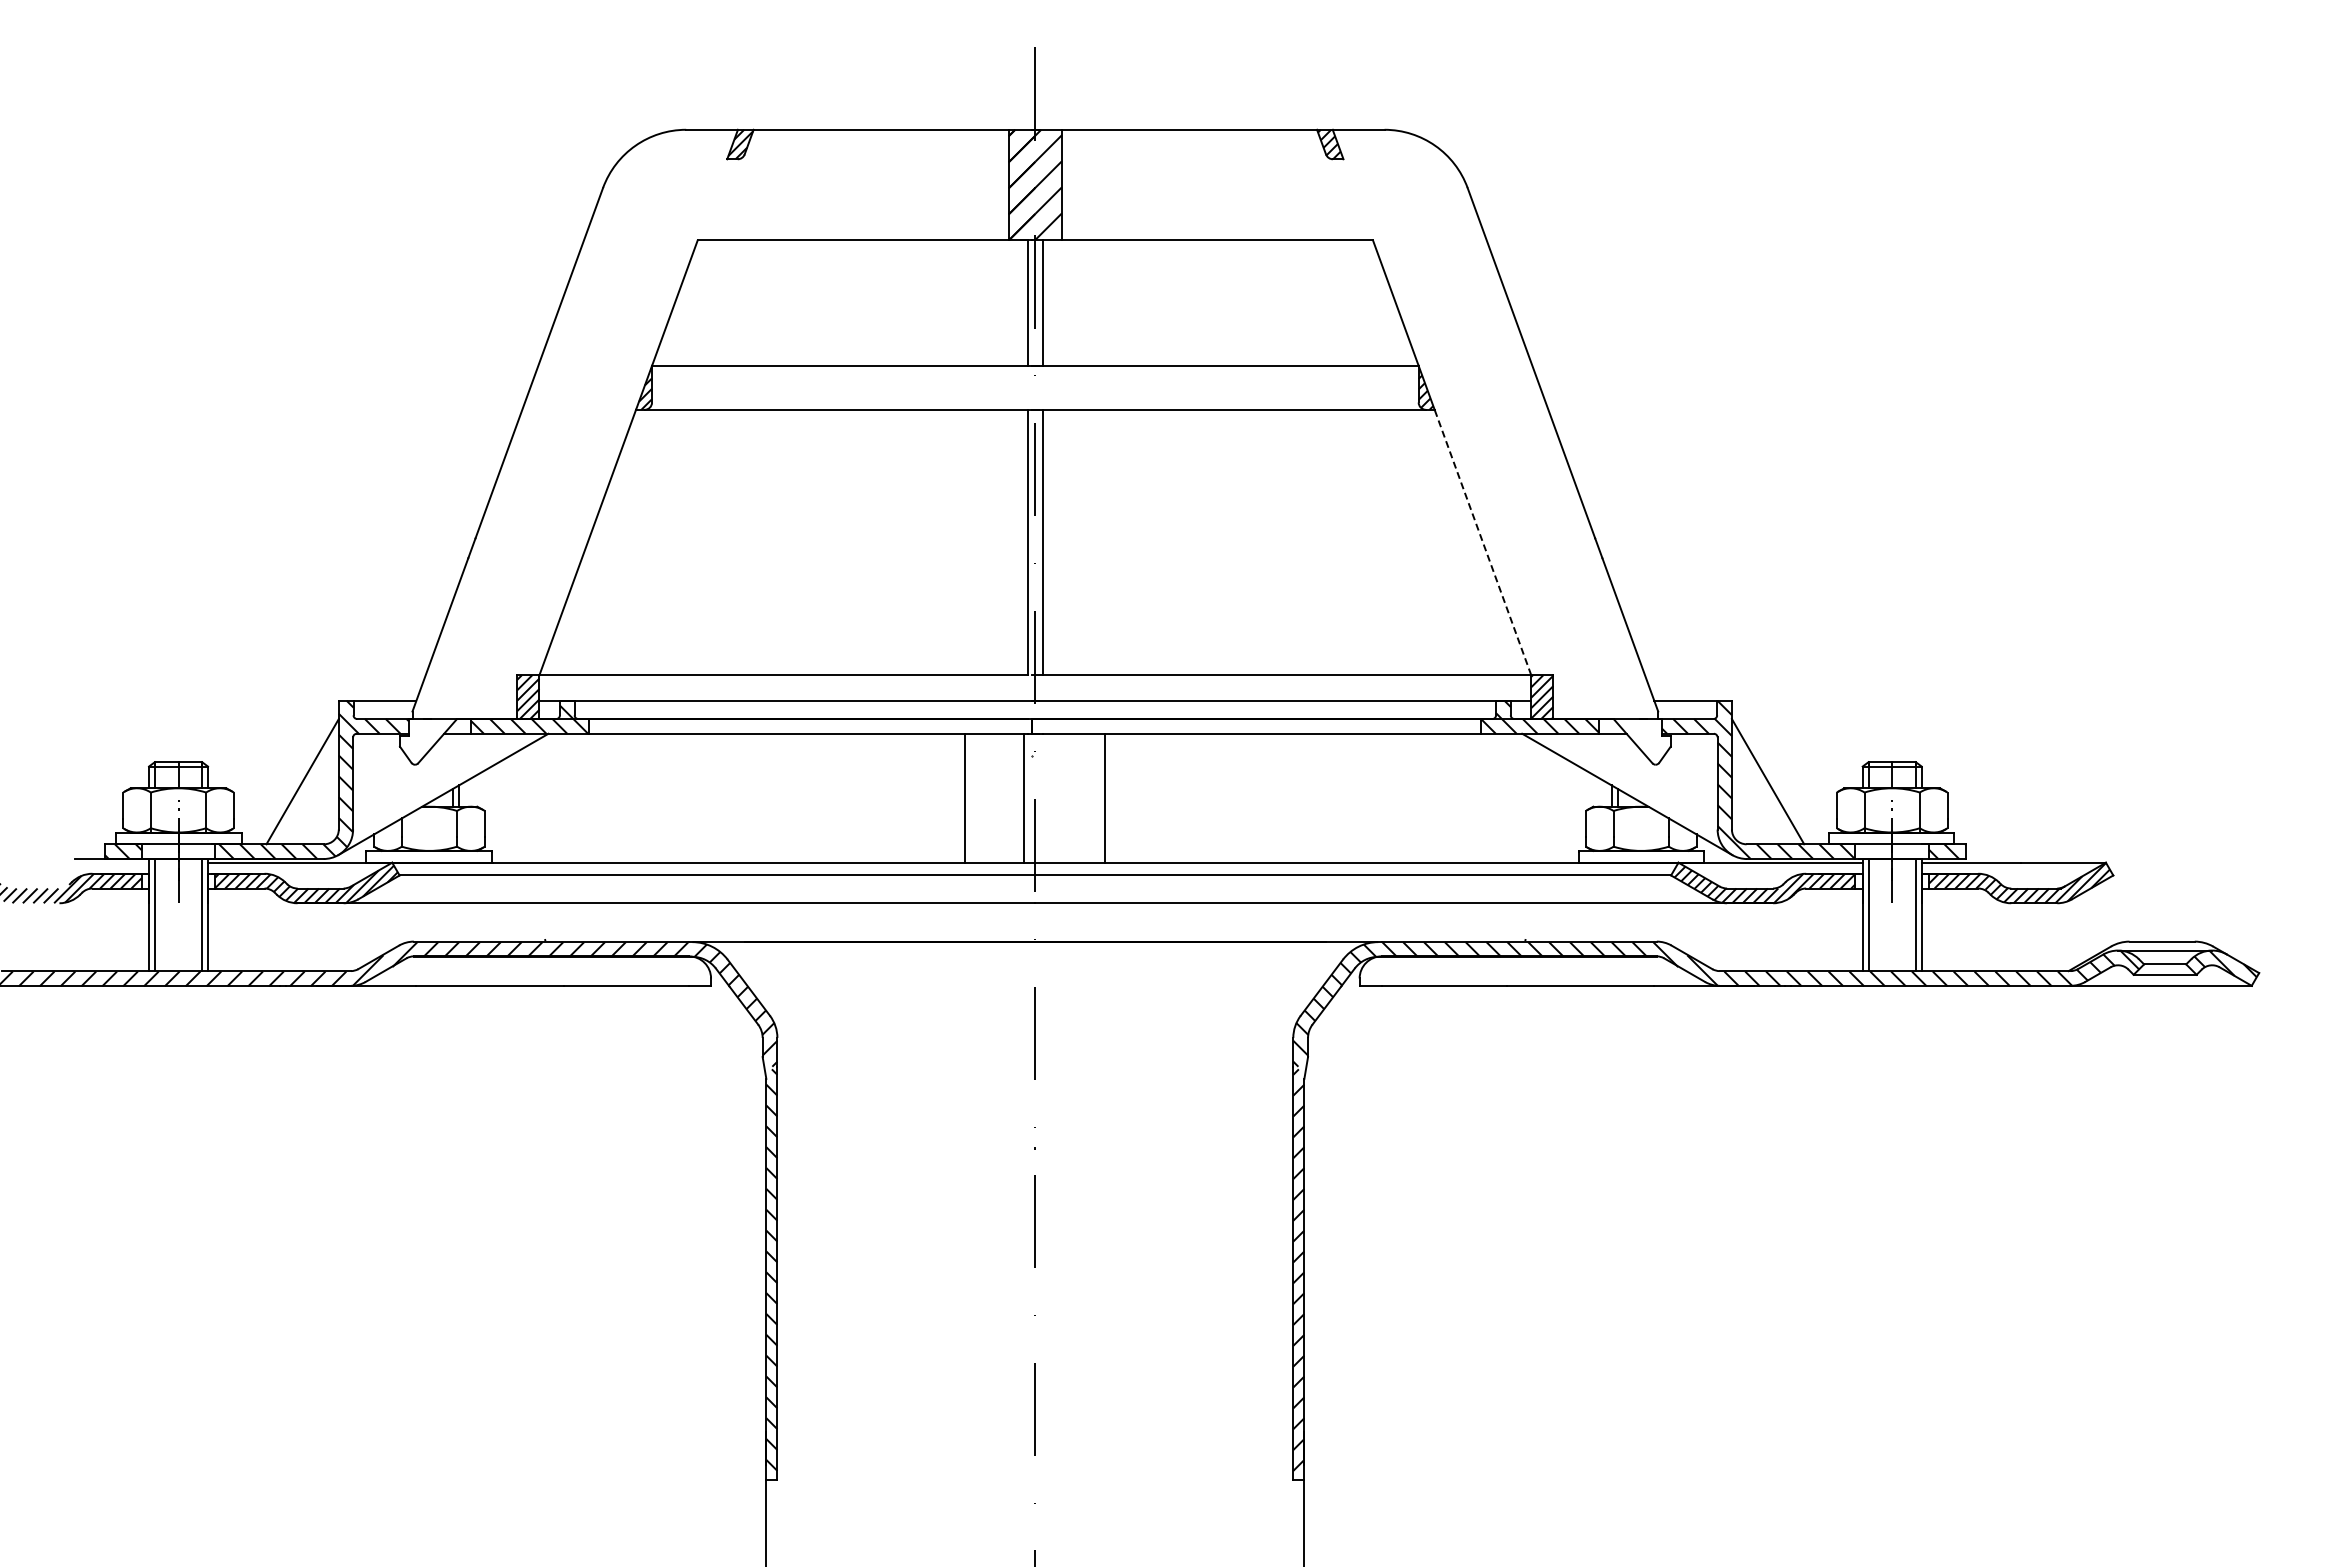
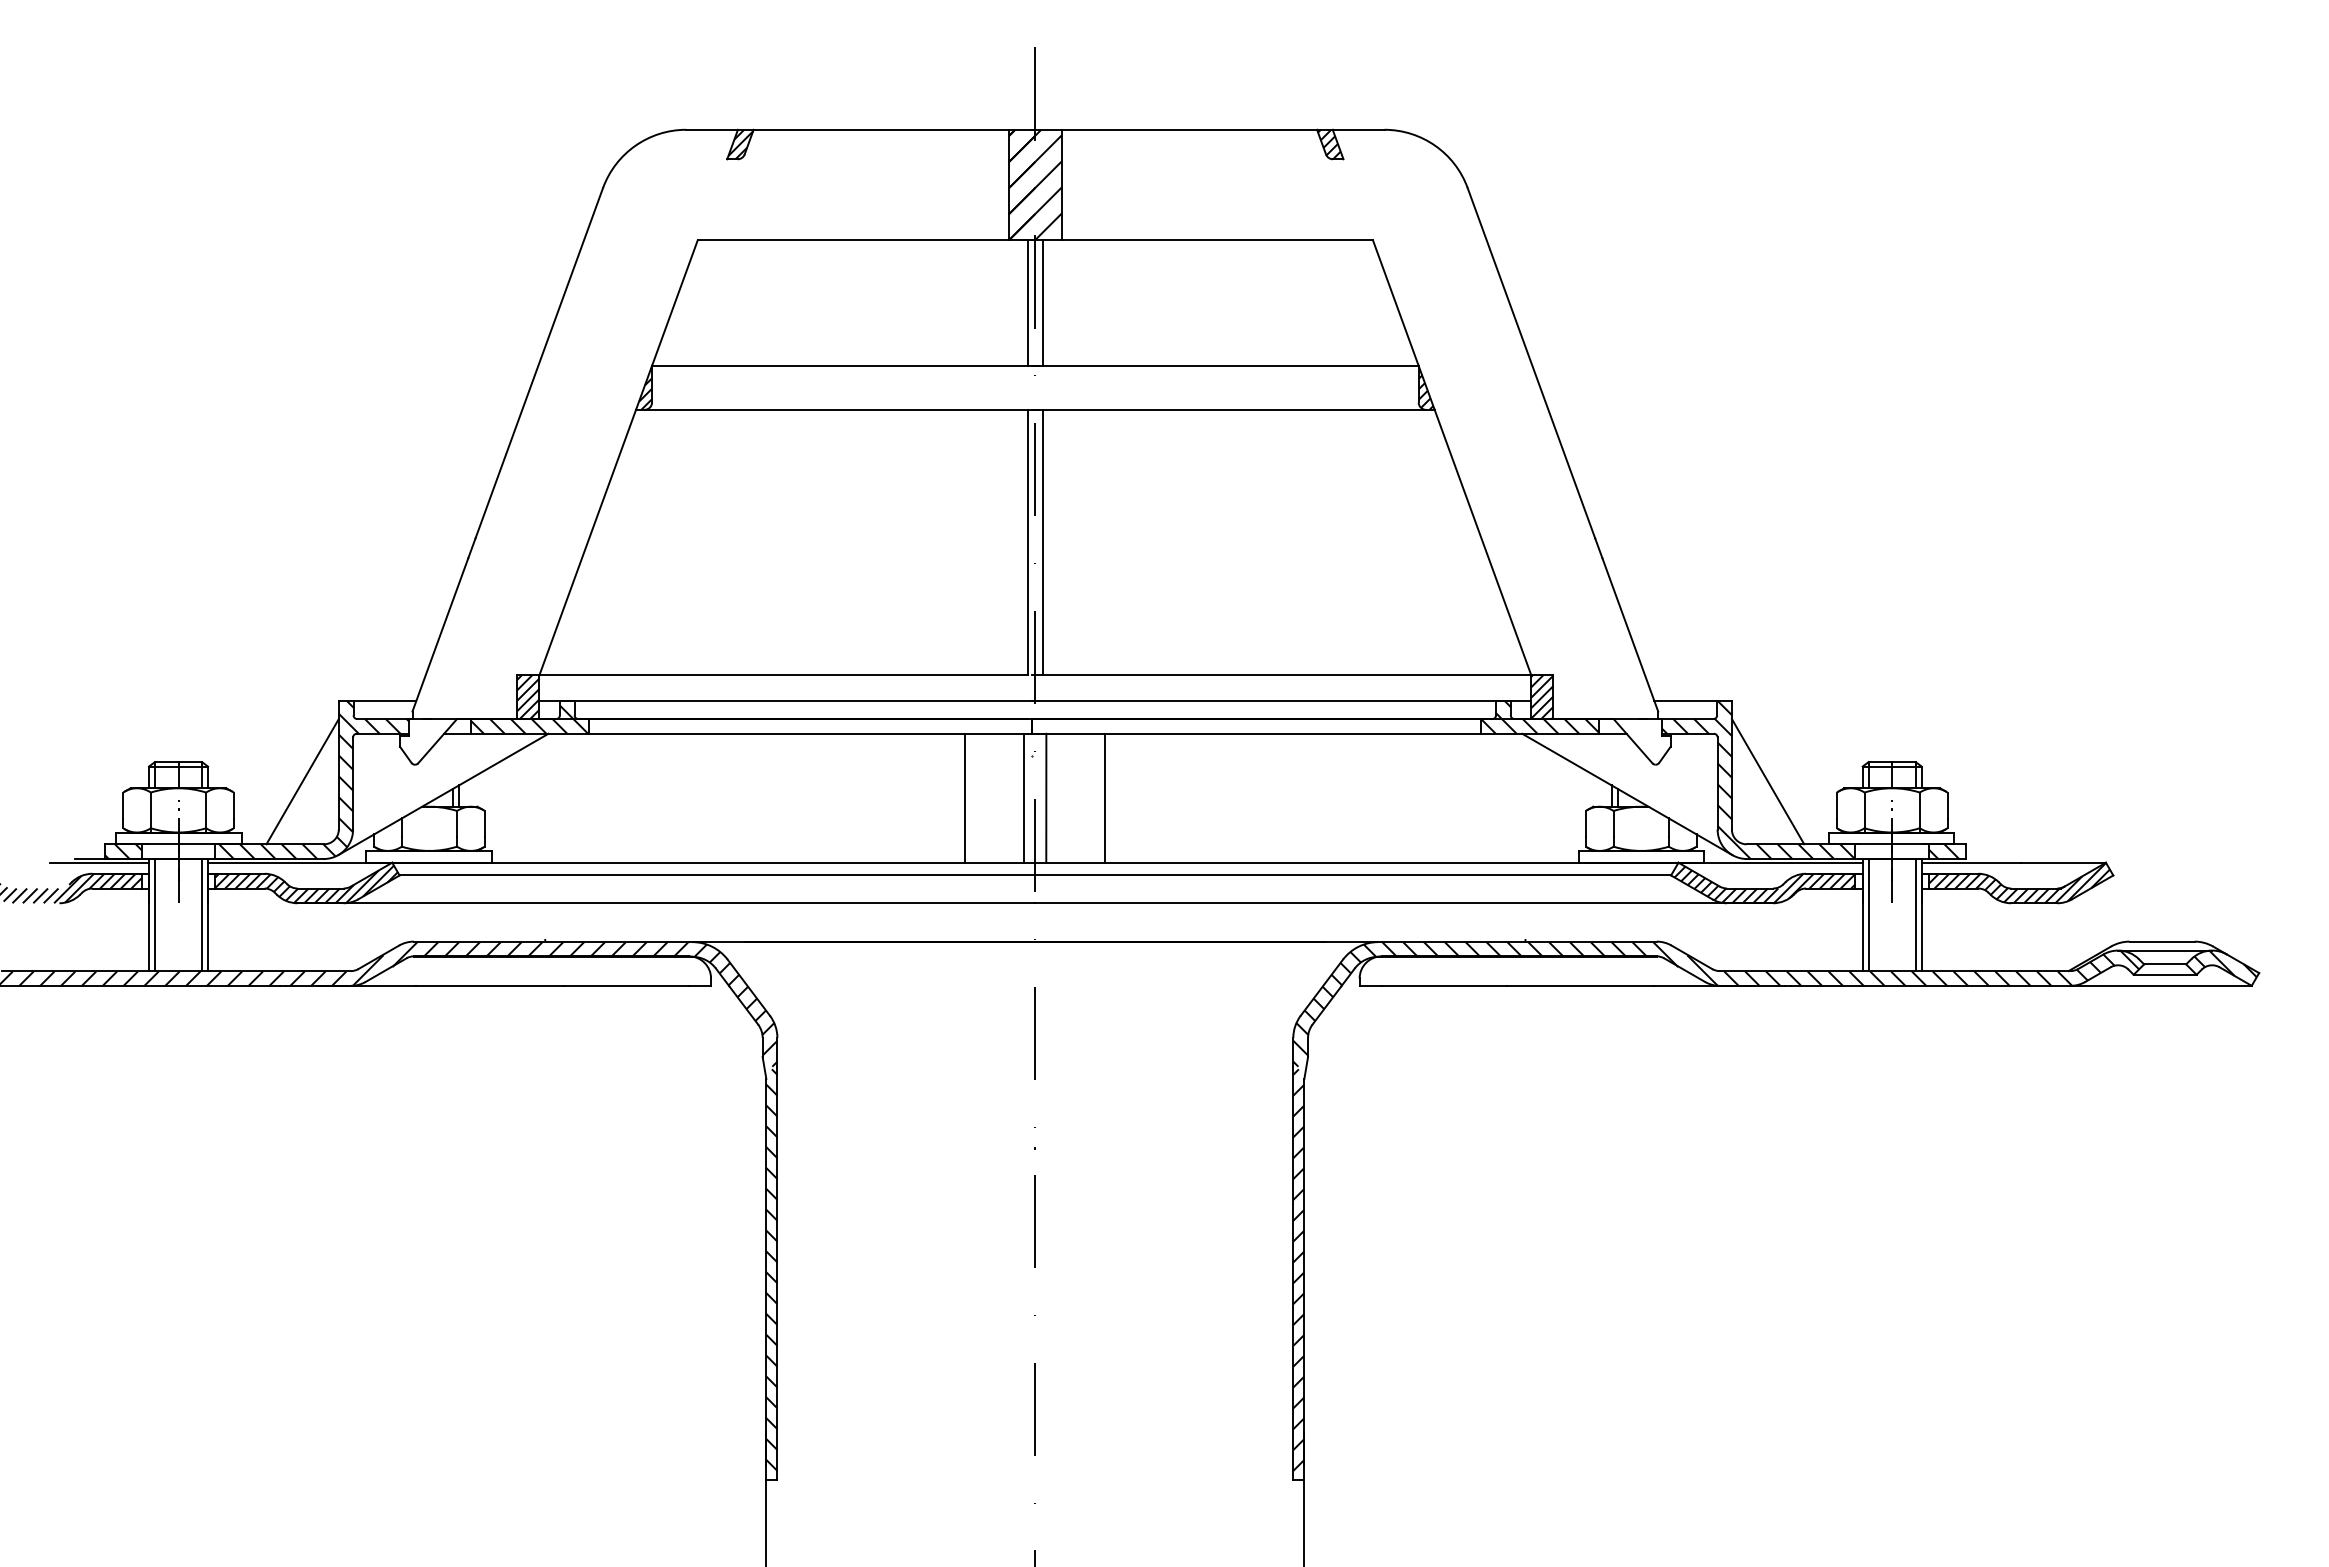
line at (1482, 542): dashed -> solid
line at (1046, 797): none -> present
line at (99, 862): none -> present
